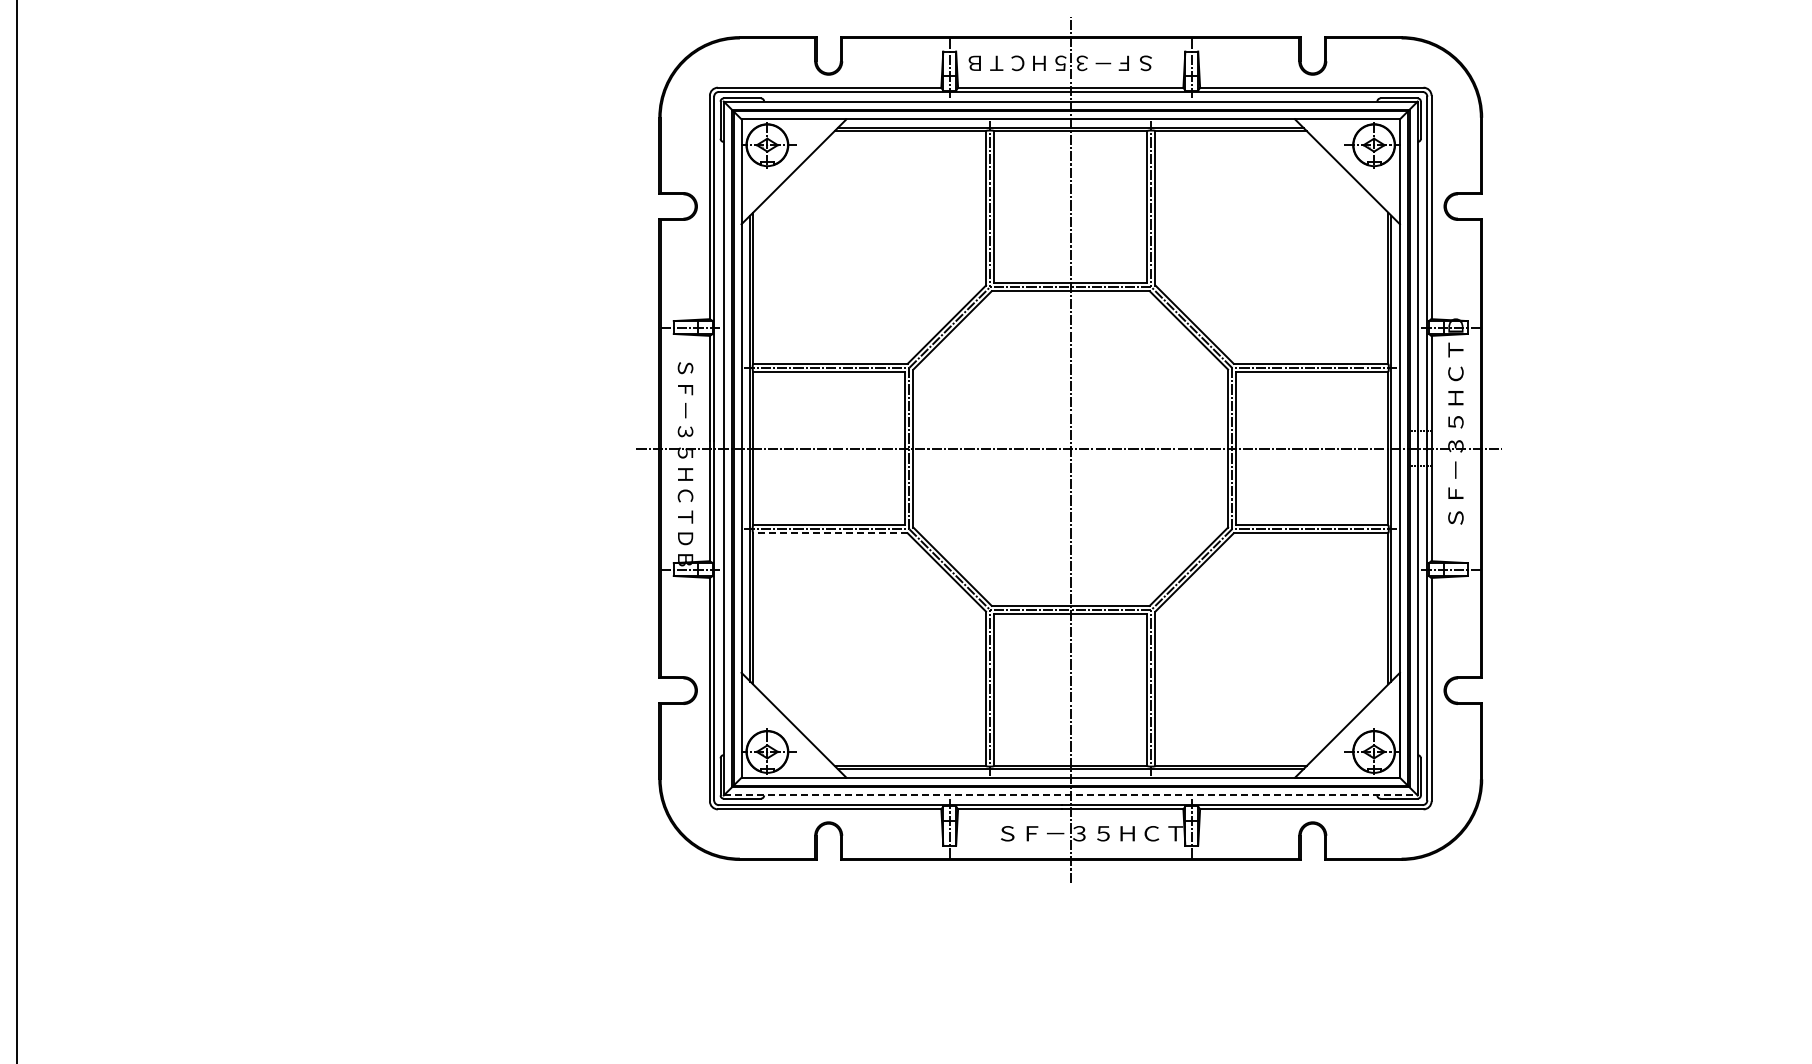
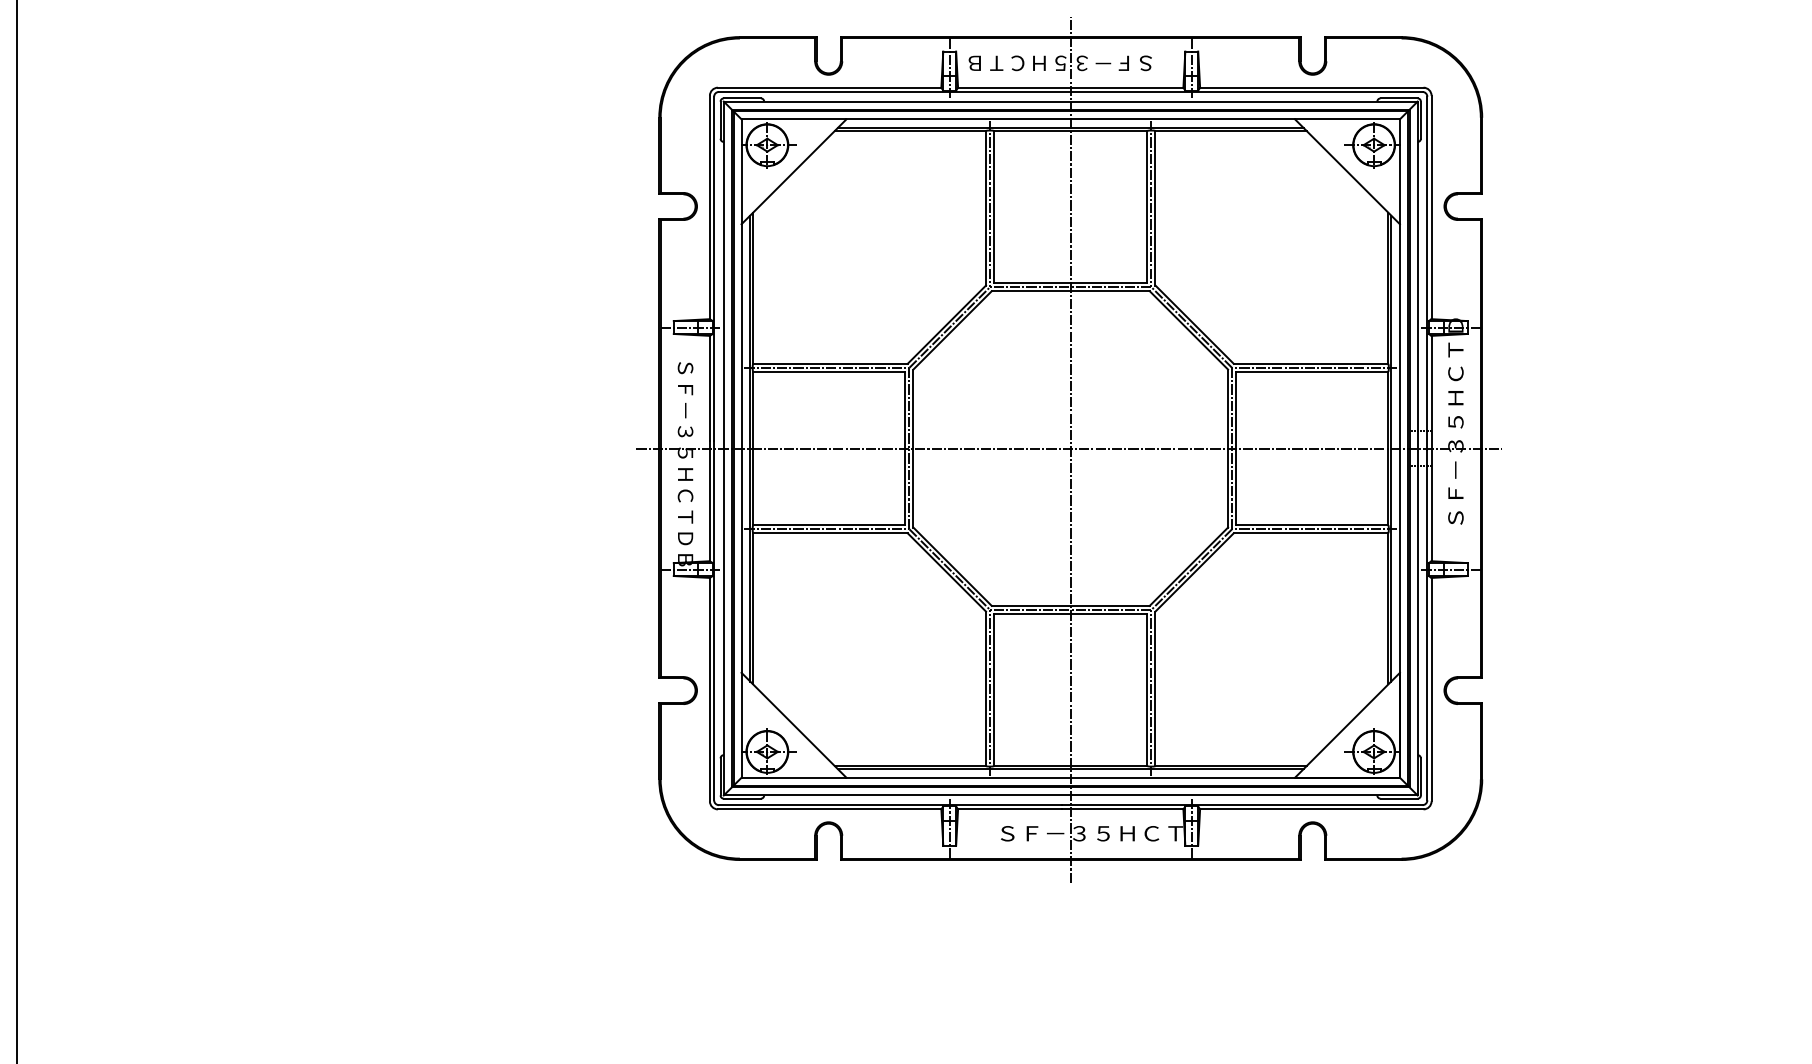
line at (829, 533): dashed -> solid
line at (1070, 795): dashed -> solid
